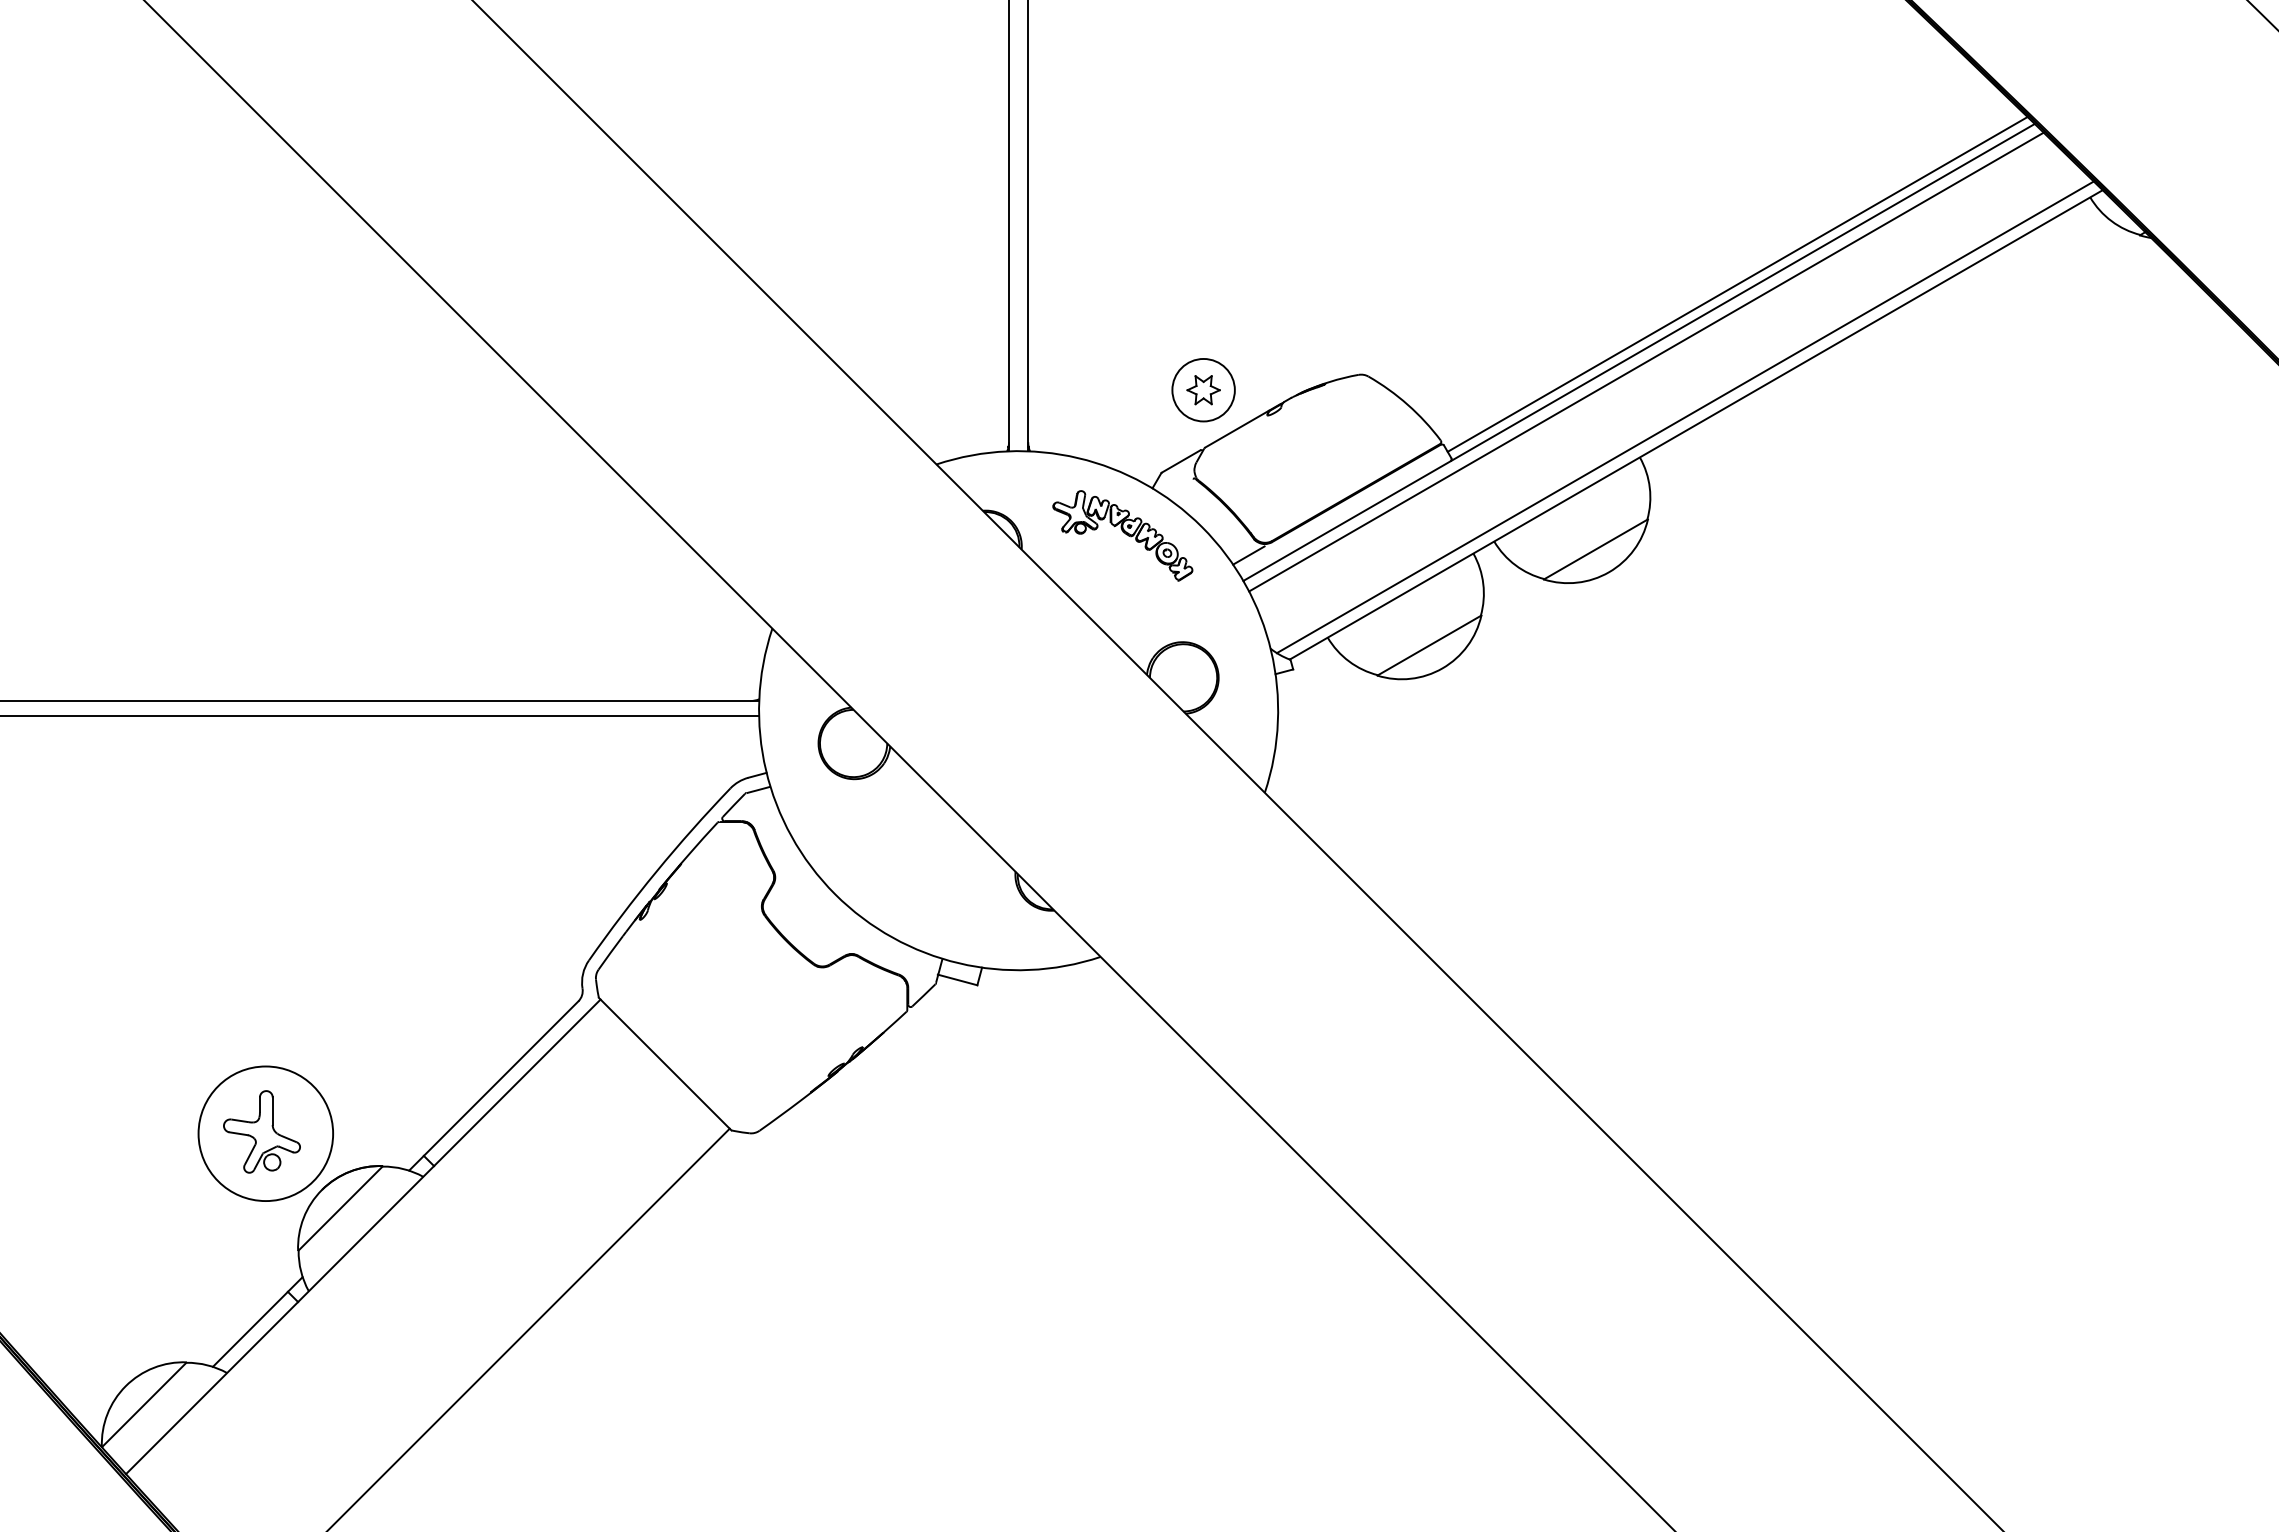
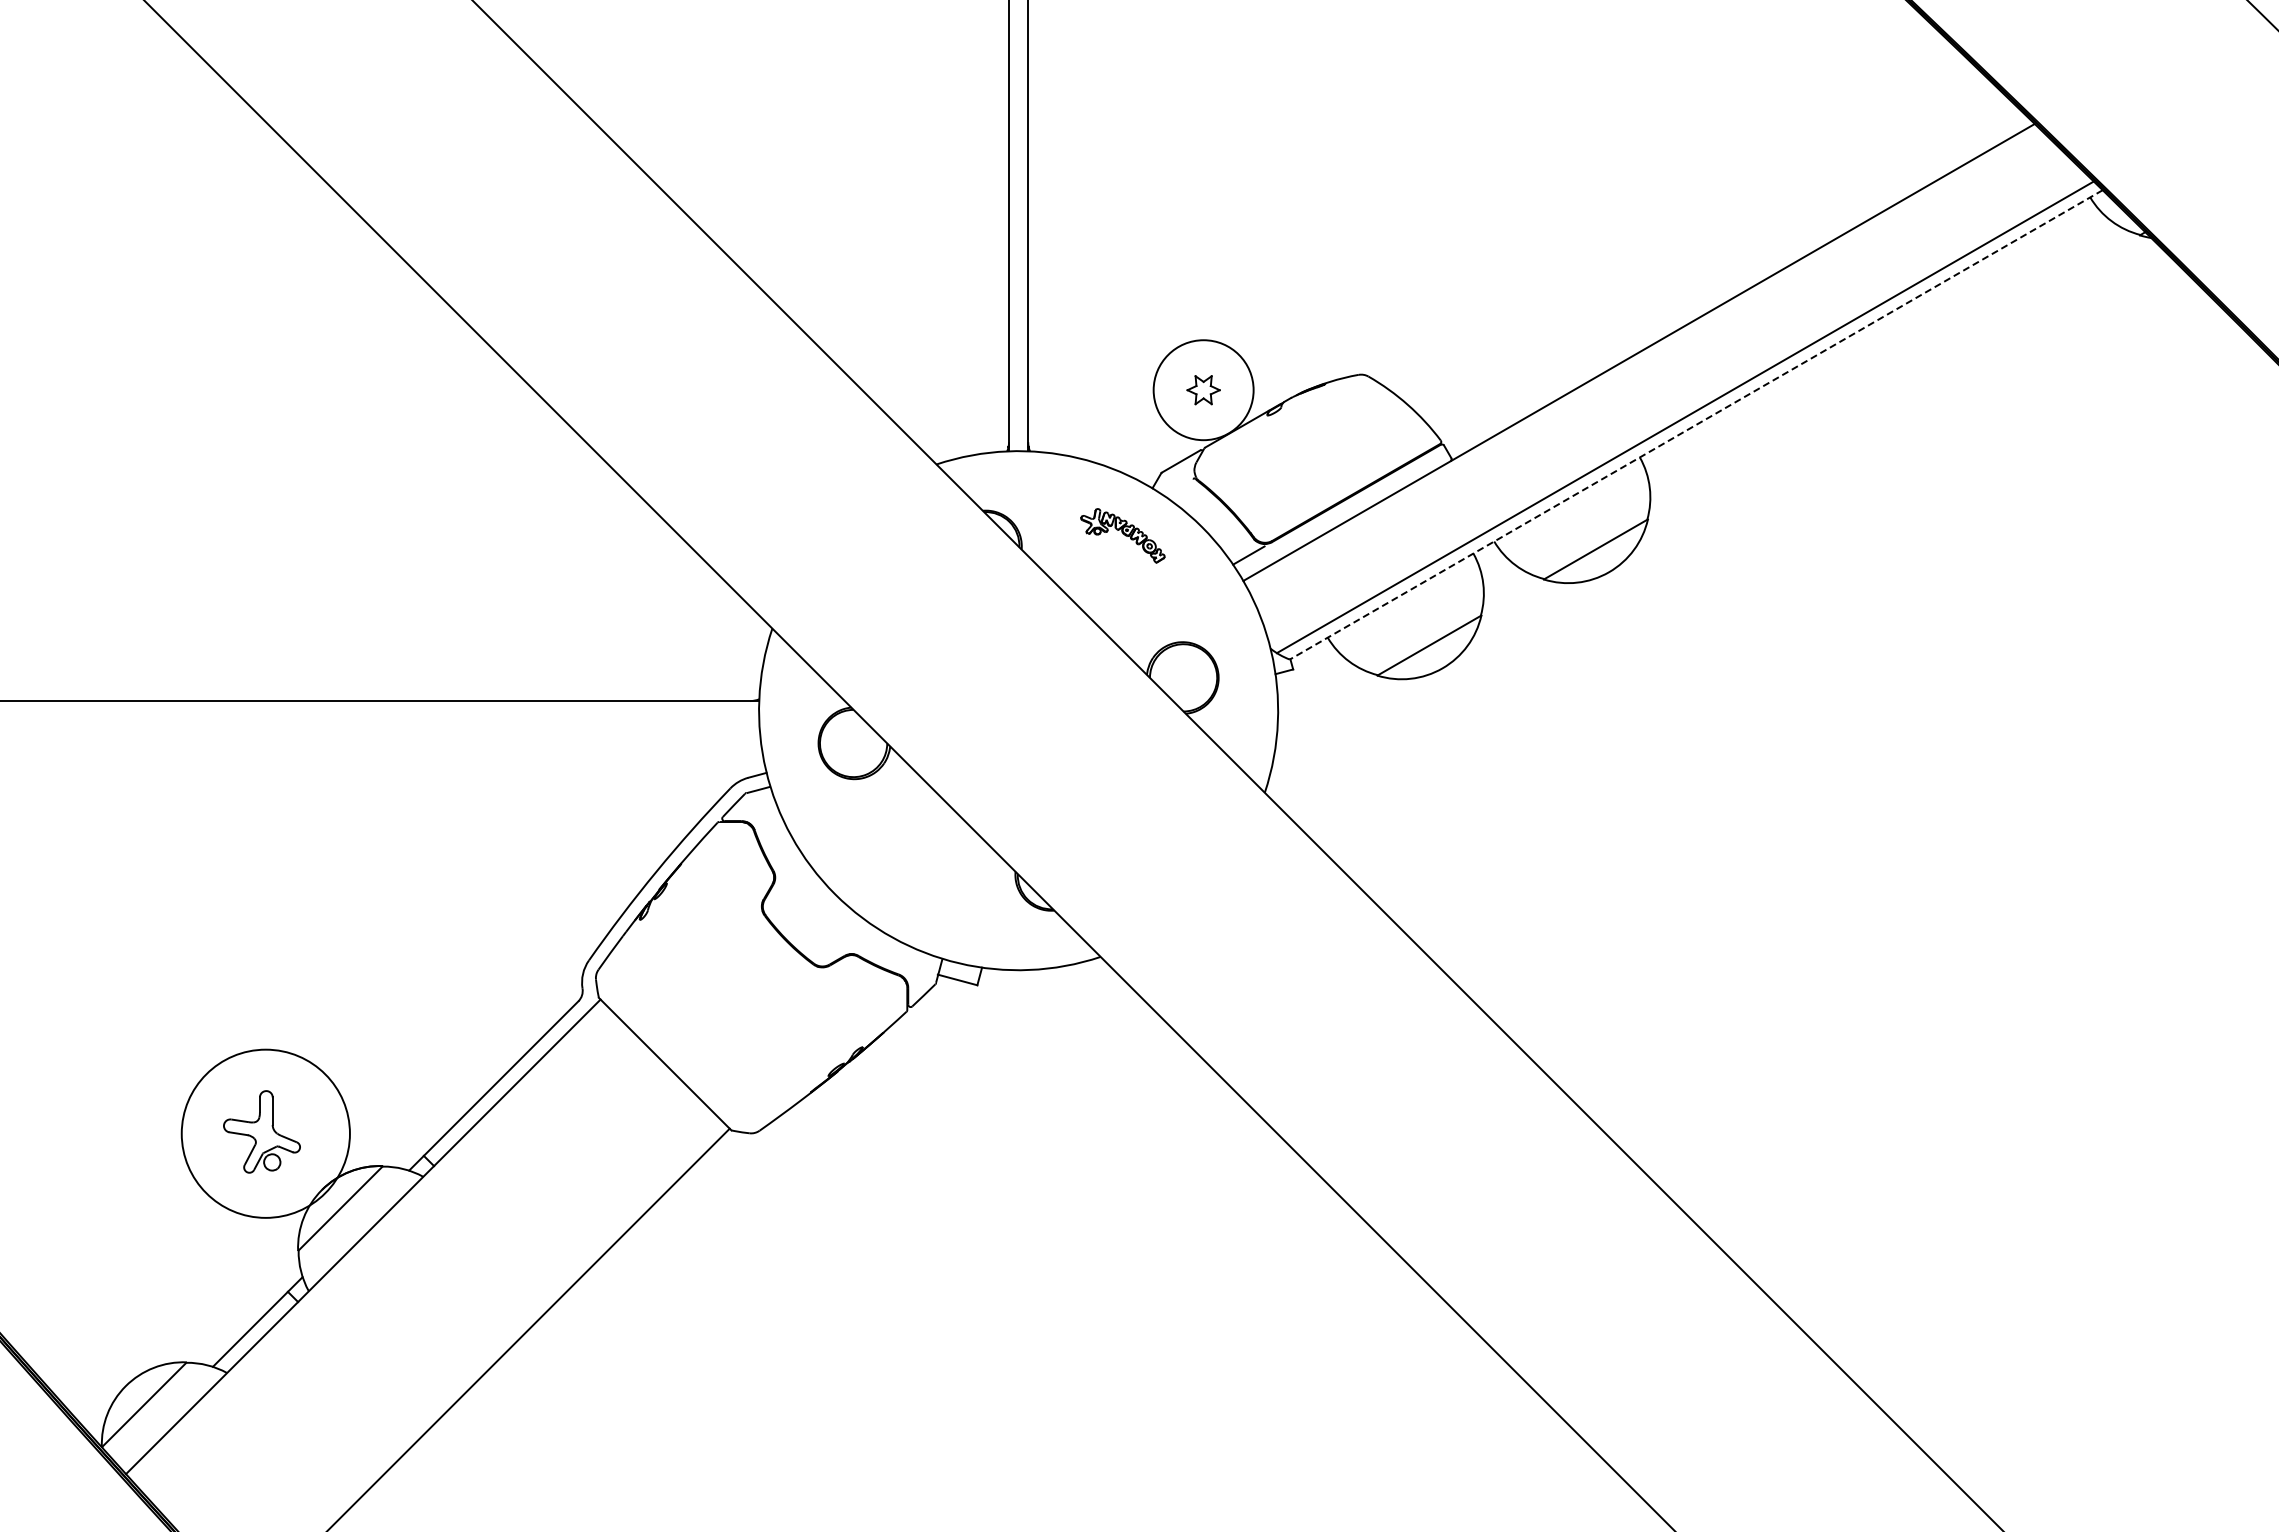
line at (1737, 284): present -> none
line at (1646, 361): present -> none
circle at (1203, 389) diameter: 62 px -> 100 px
line at (1695, 425): solid -> dashed
part at (1122, 535) size: 142x92 px -> 86x56 px
line at (380, 715): present -> none
circle at (265, 1133) diameter: 135 px -> 168 px
